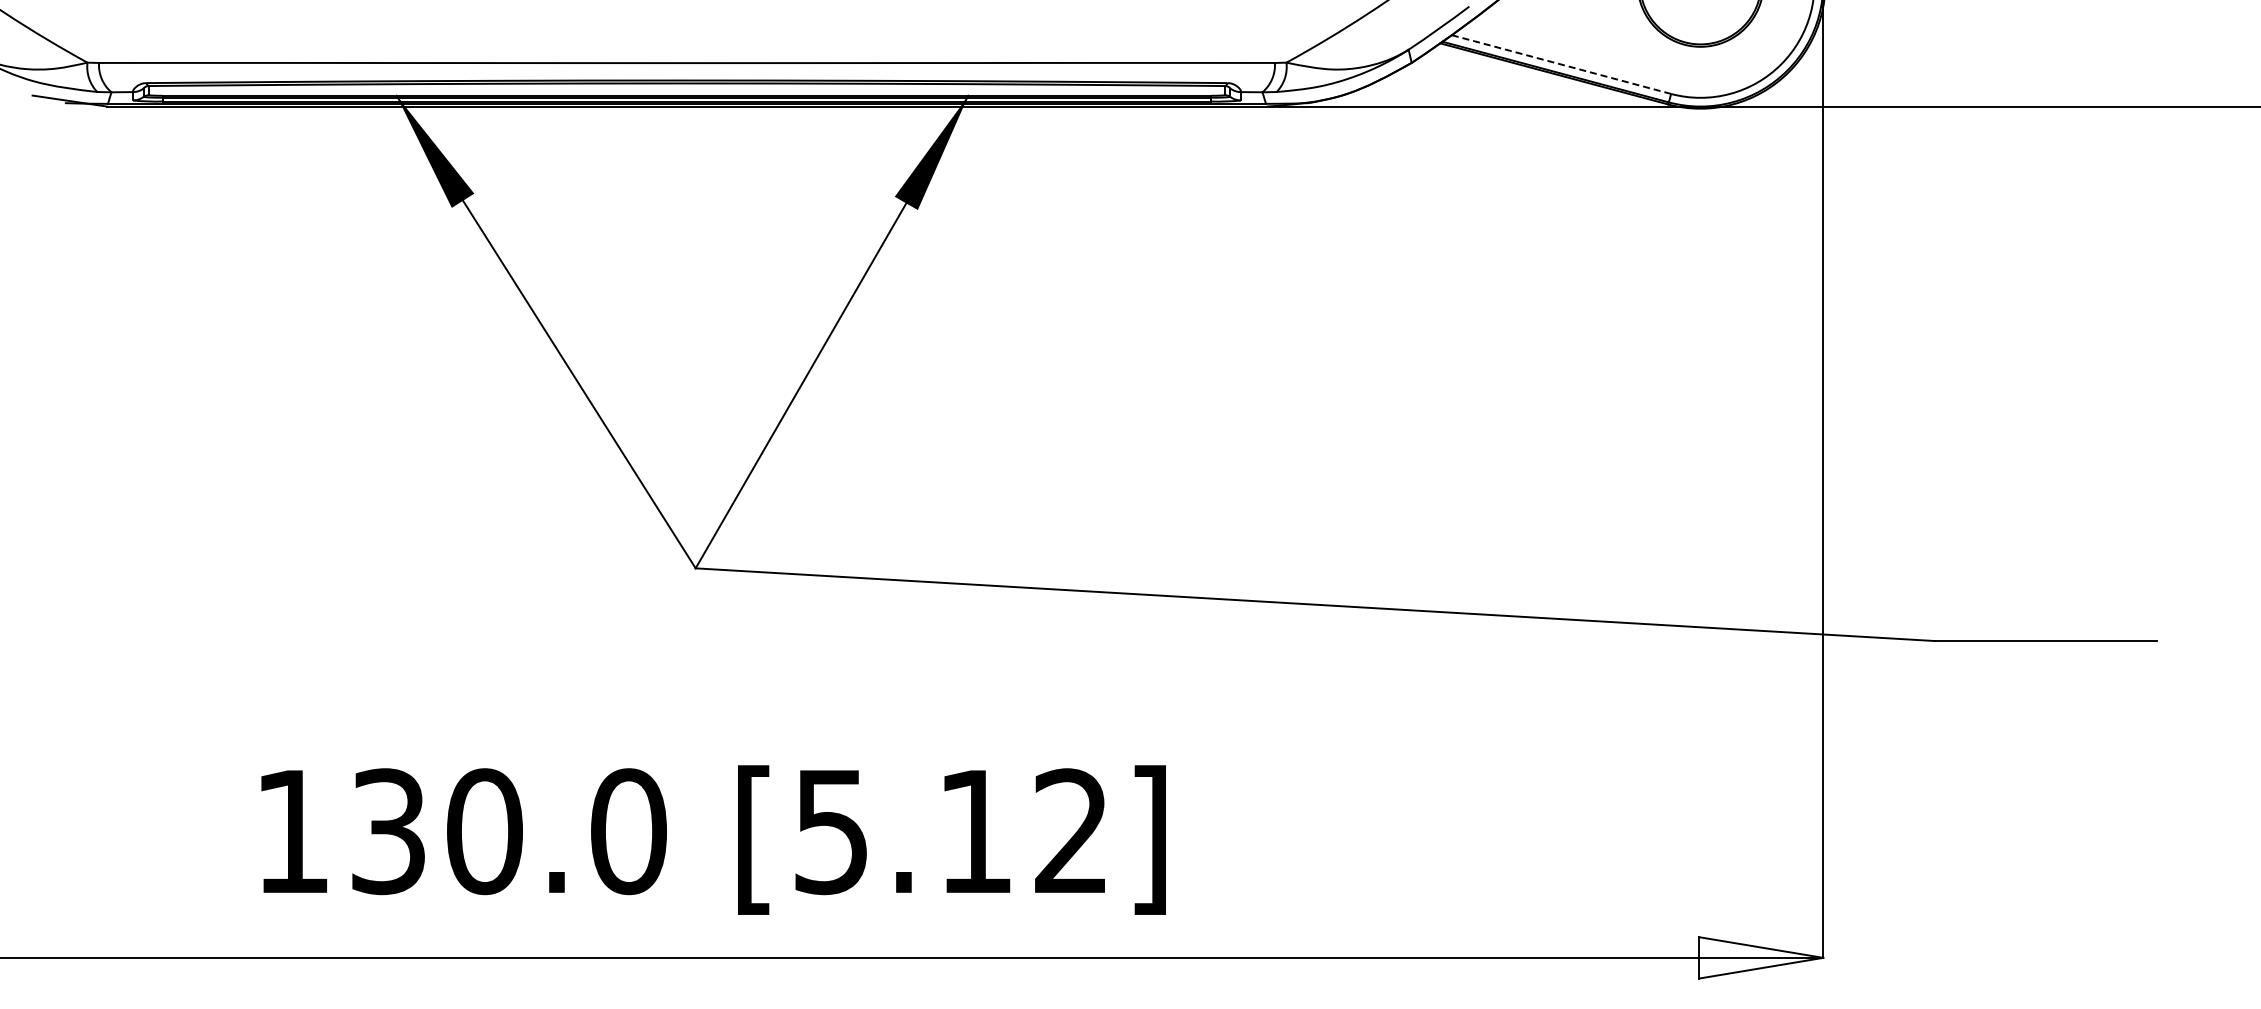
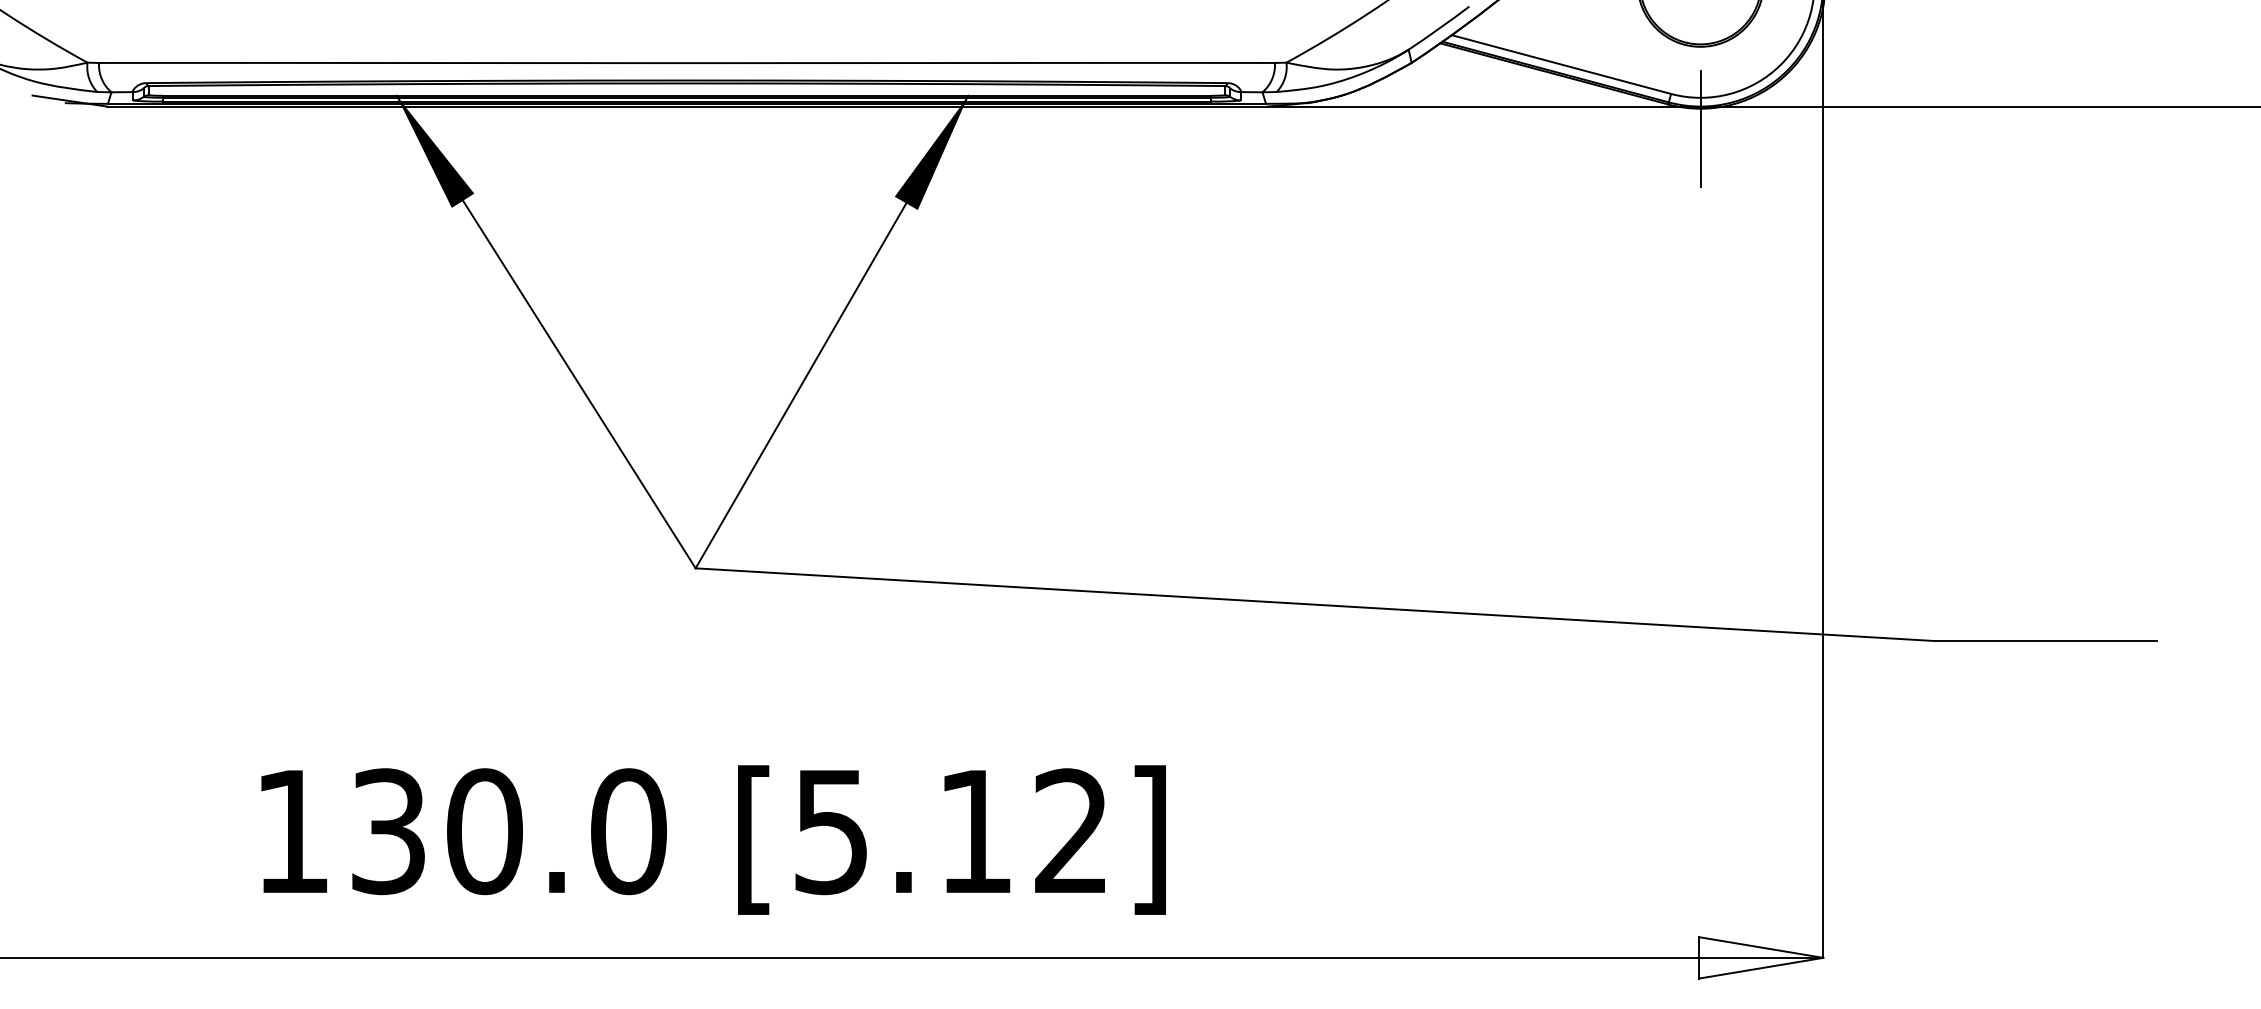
line at (1561, 64): dashed -> solid
line at (1700, 128): none -> present
